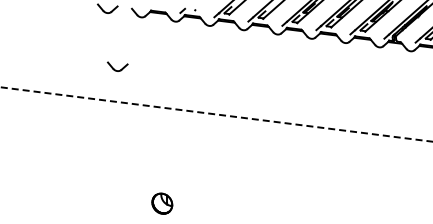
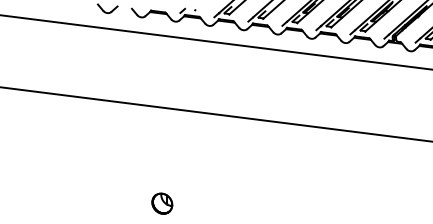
line at (215, 42): none -> present
part at (117, 66): present -> none
line at (216, 114): dashed -> solid
